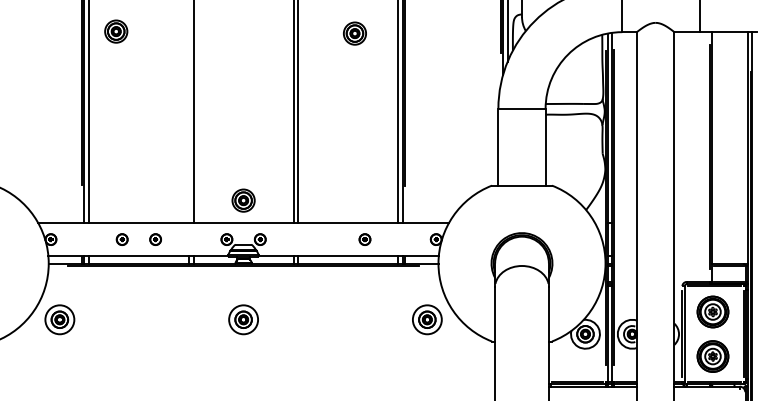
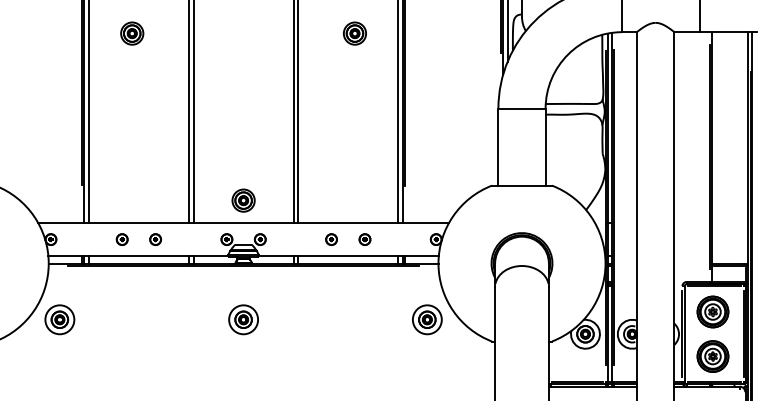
part at (116, 31) position: (116, 31) -> (132, 33)
line at (189, 112): none -> present
part at (331, 239): none -> present
